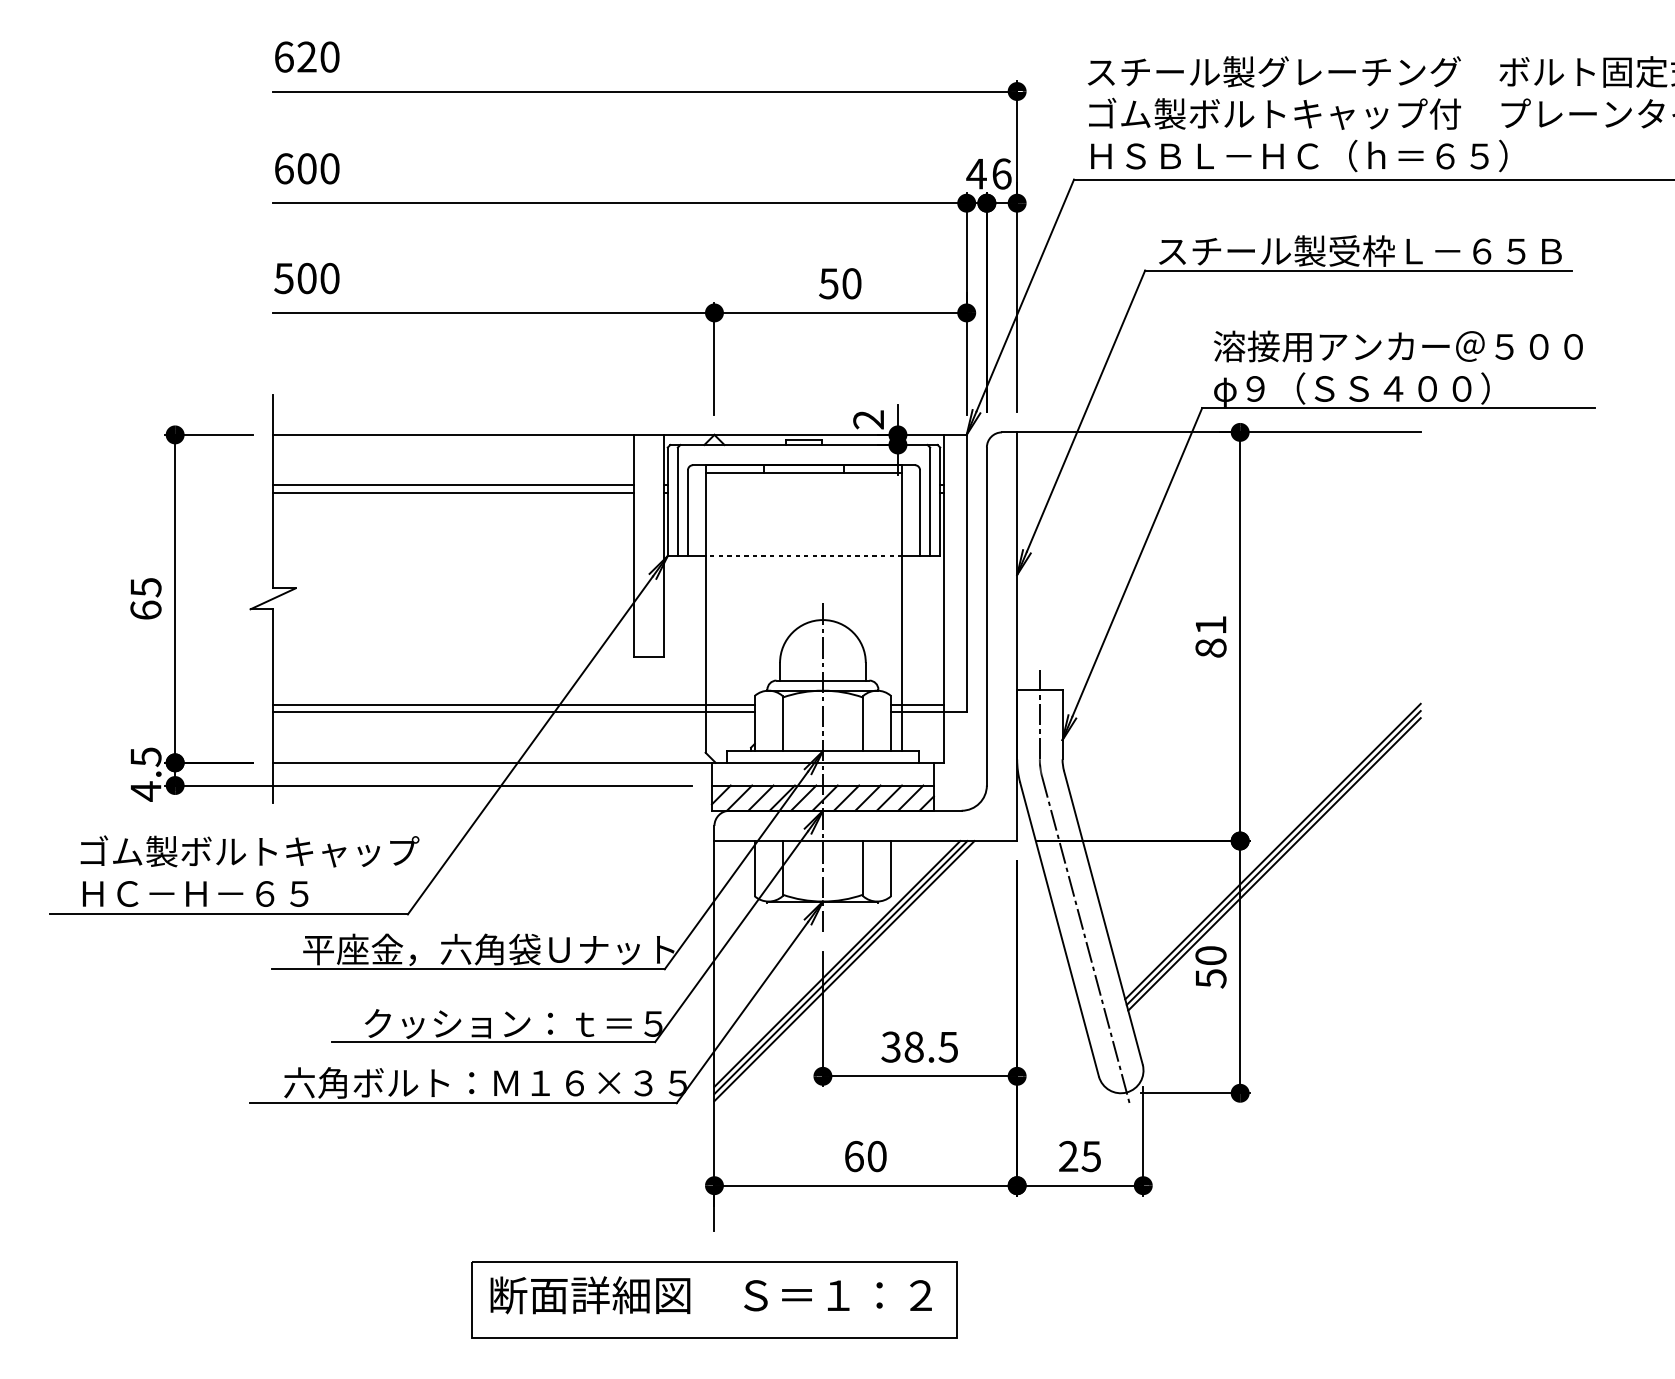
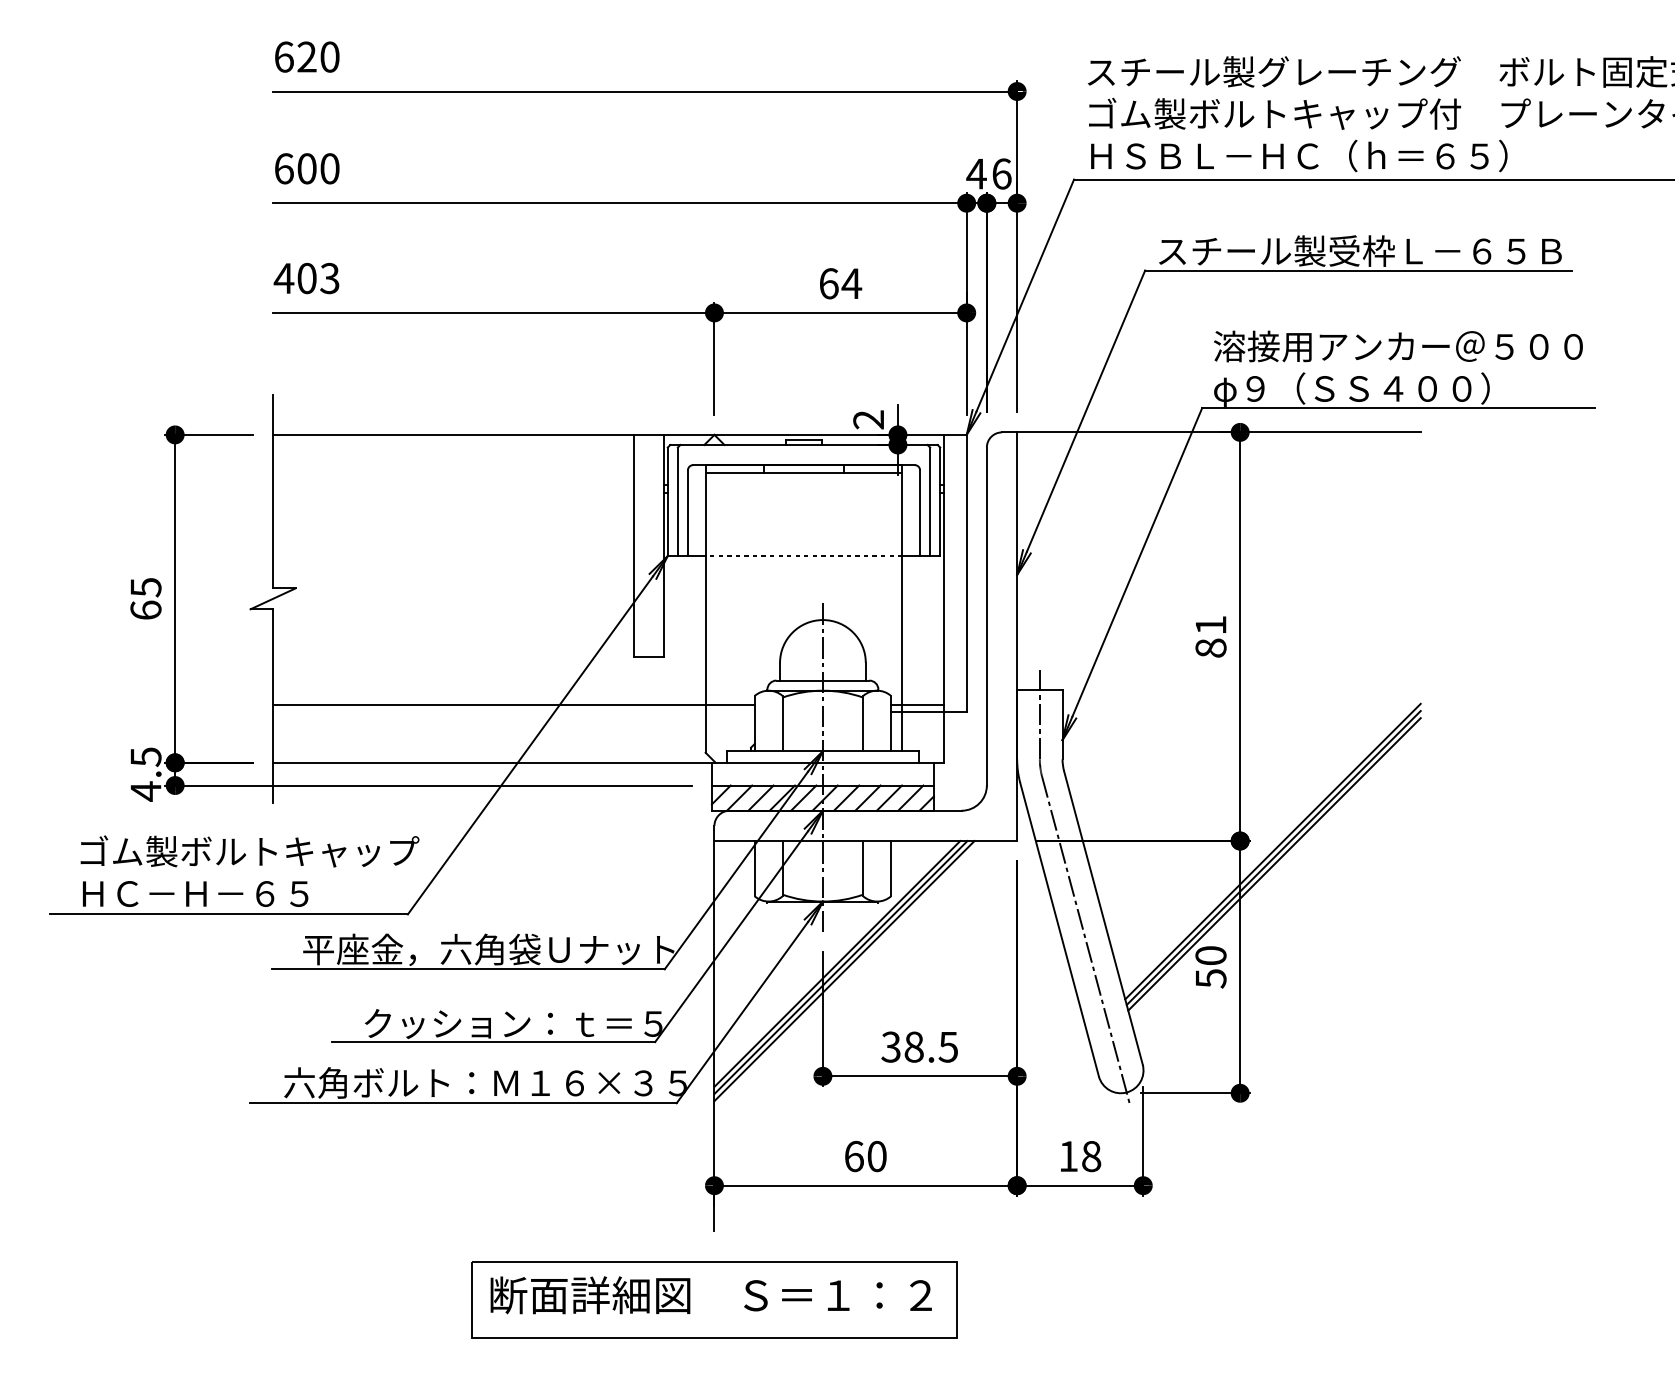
text at (306, 278): 500 -> 403
text at (840, 283): 50 -> 64
line at (452, 485): present -> none
line at (452, 492): present -> none
line at (513, 712): present -> none
text at (1080, 1156): 25 -> 18
